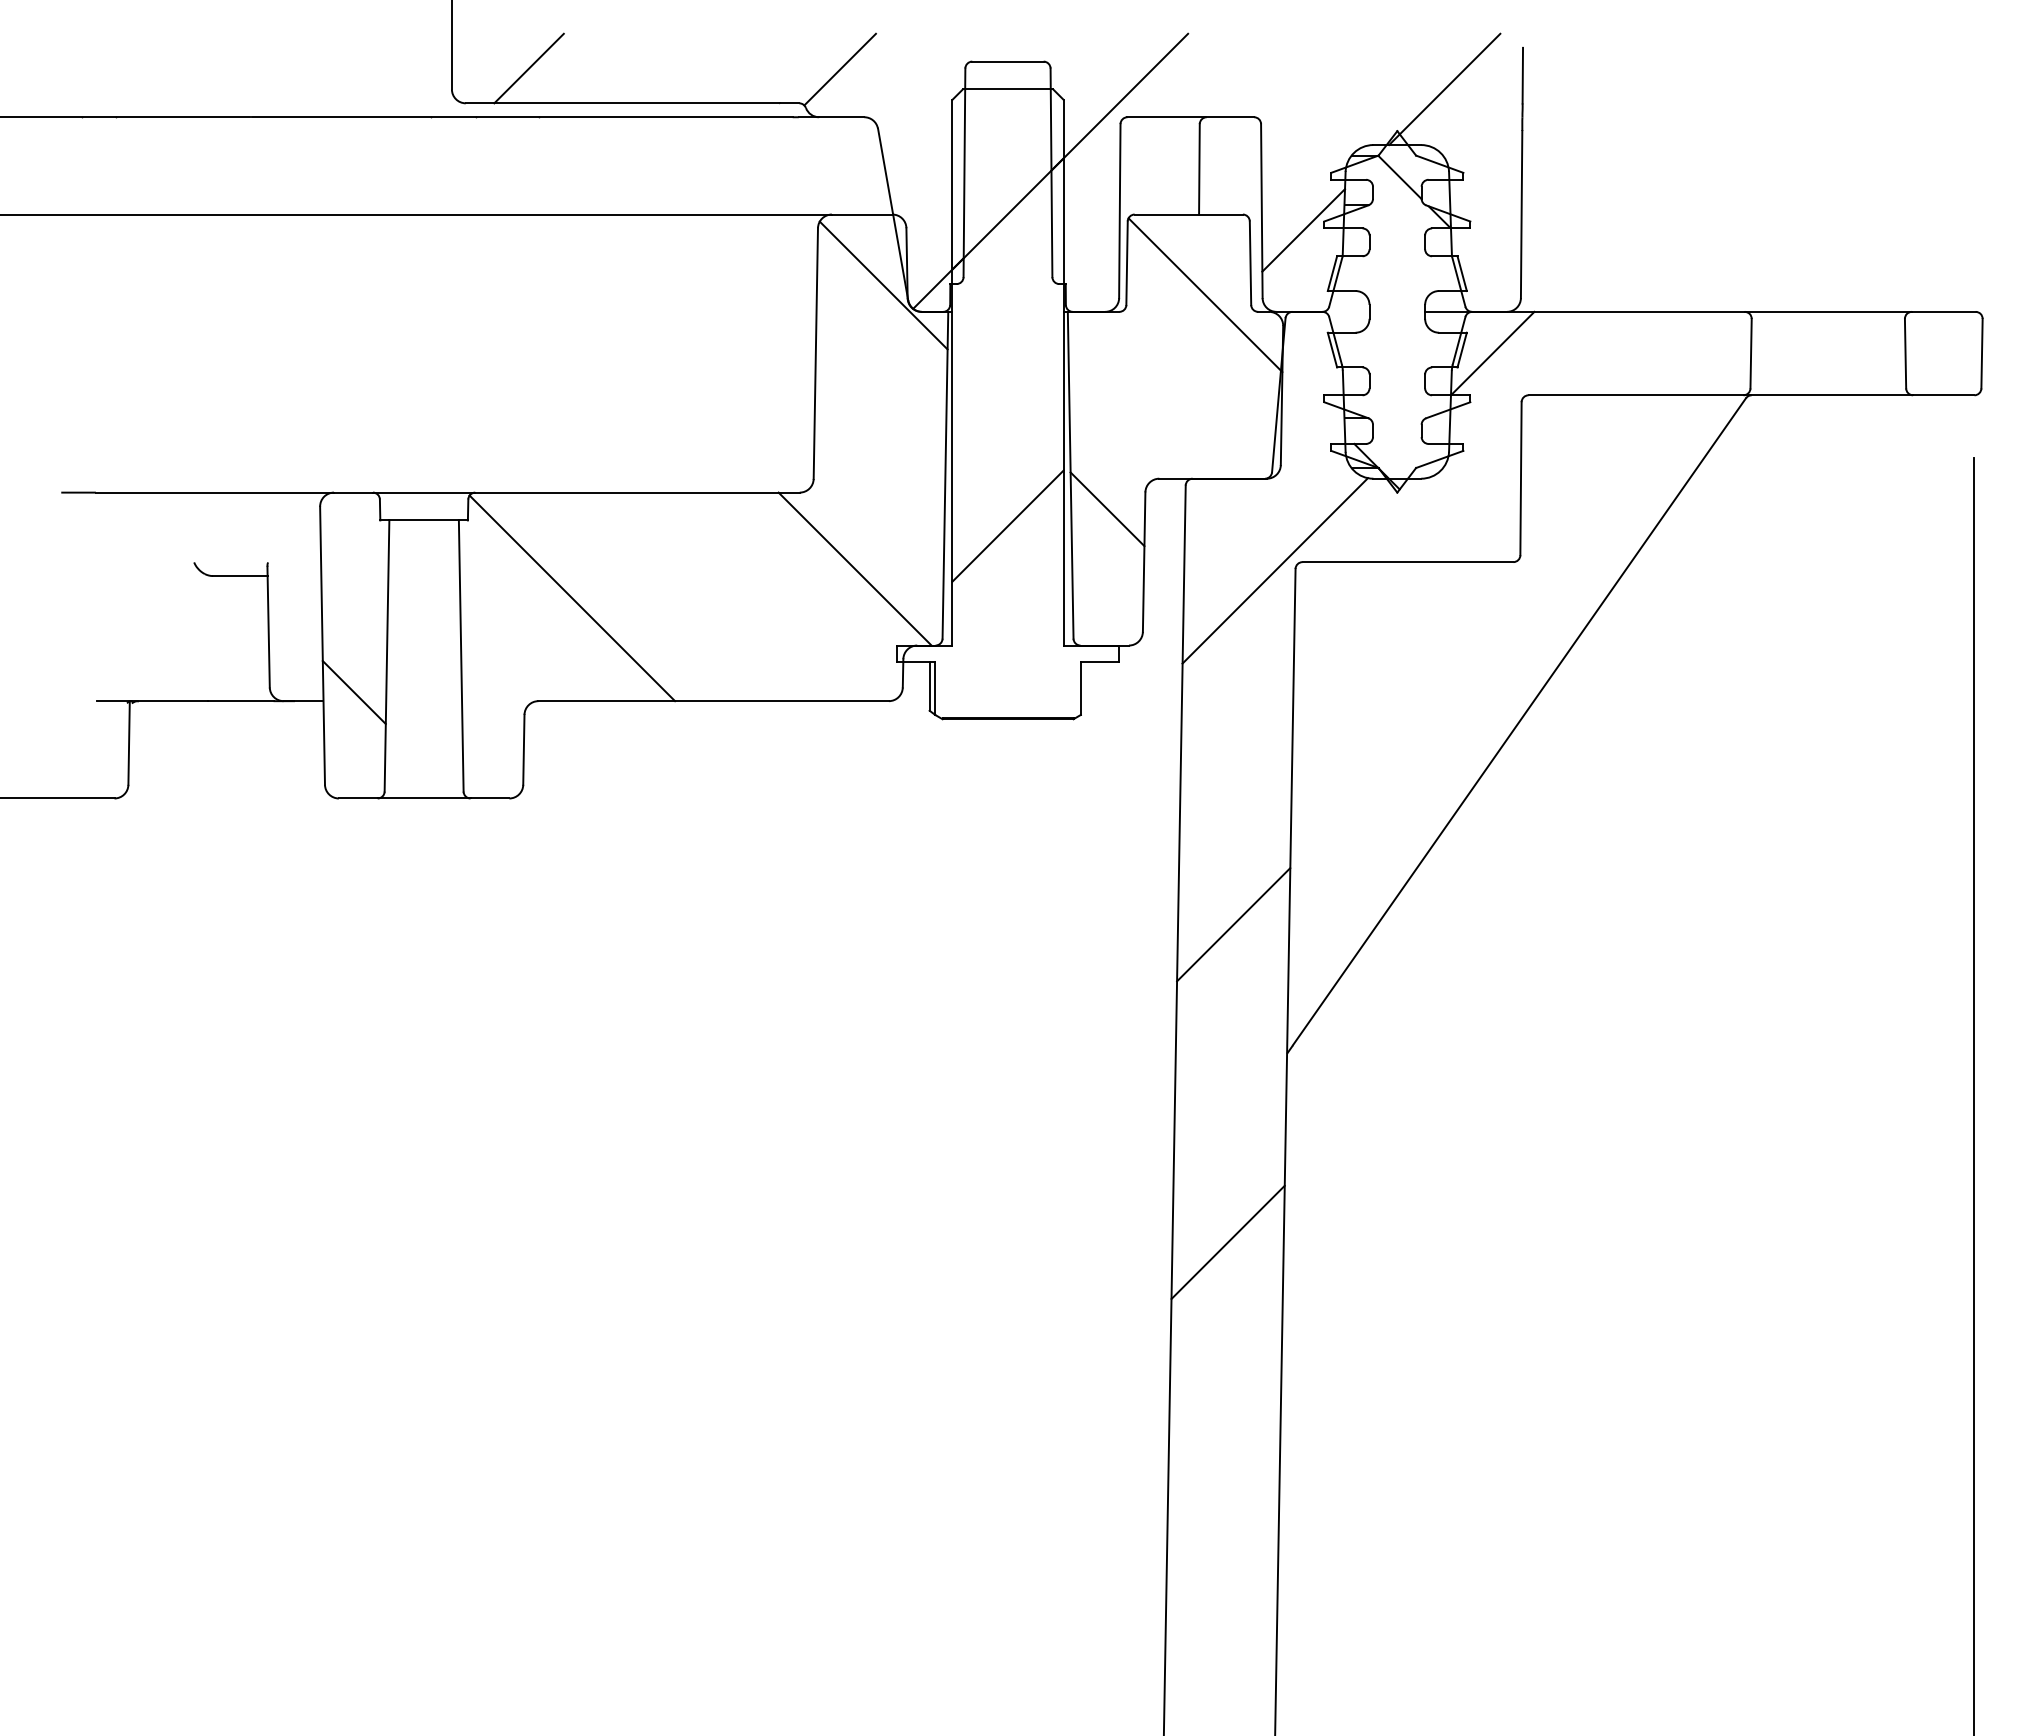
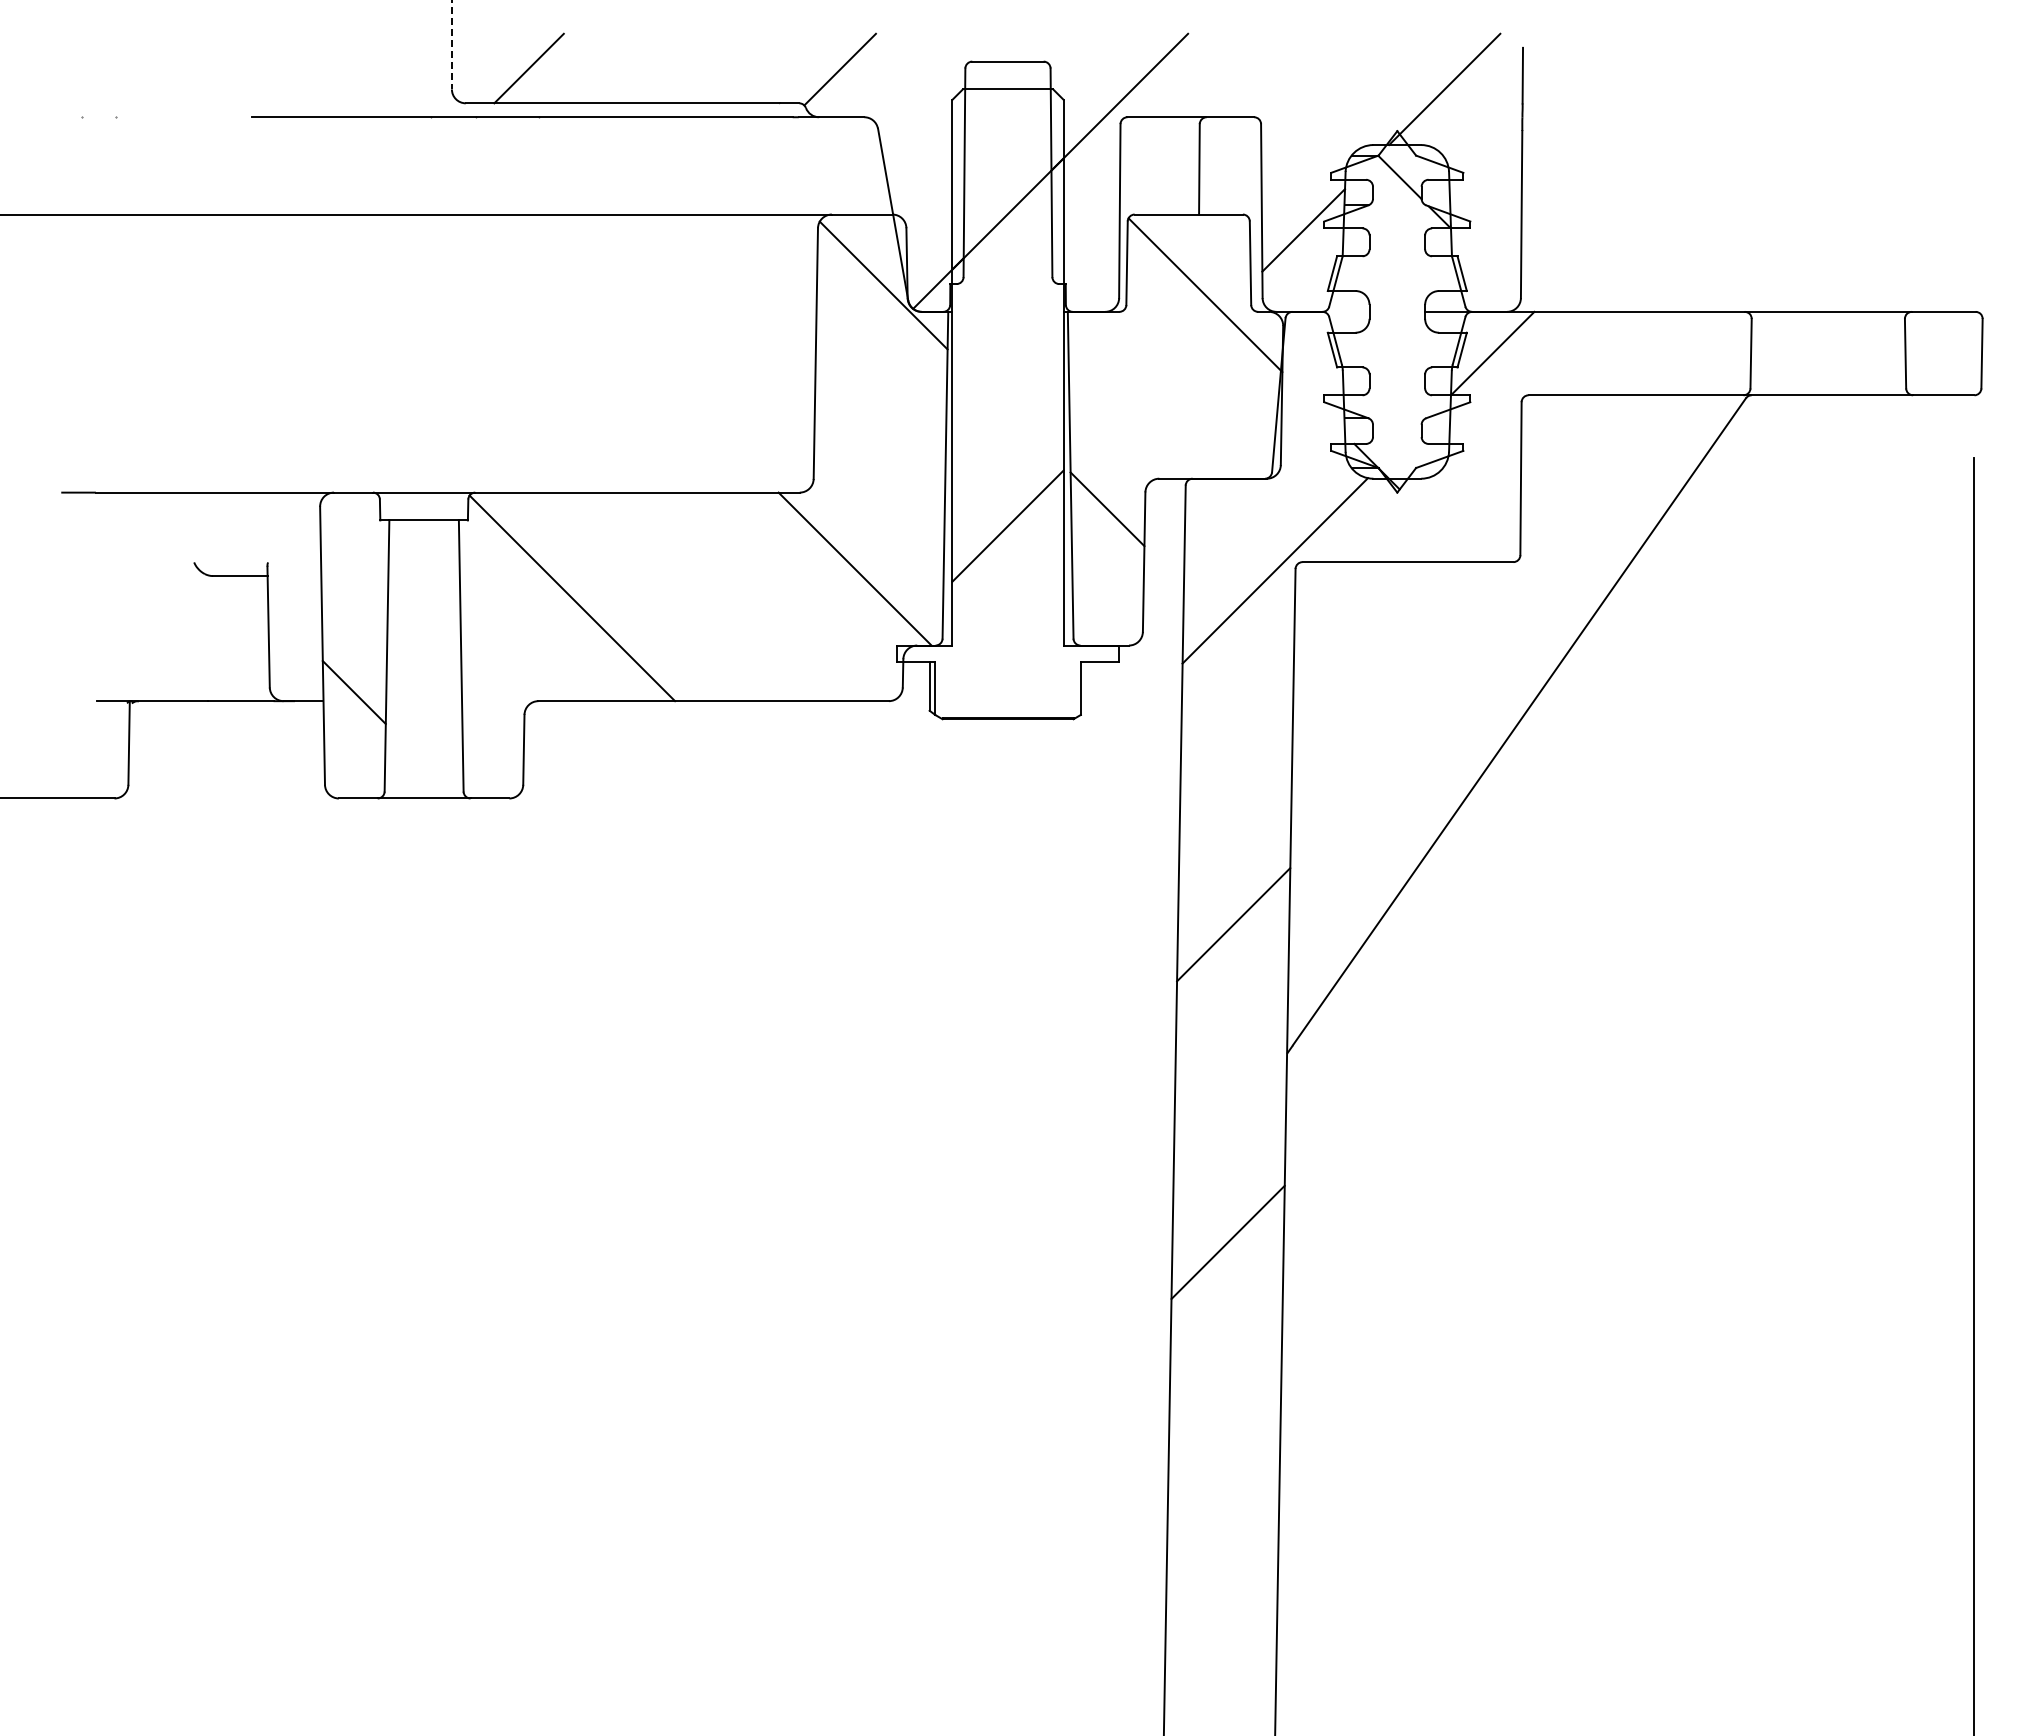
line at (451, 45): solid -> dashed
line at (125, 117): present -> none
